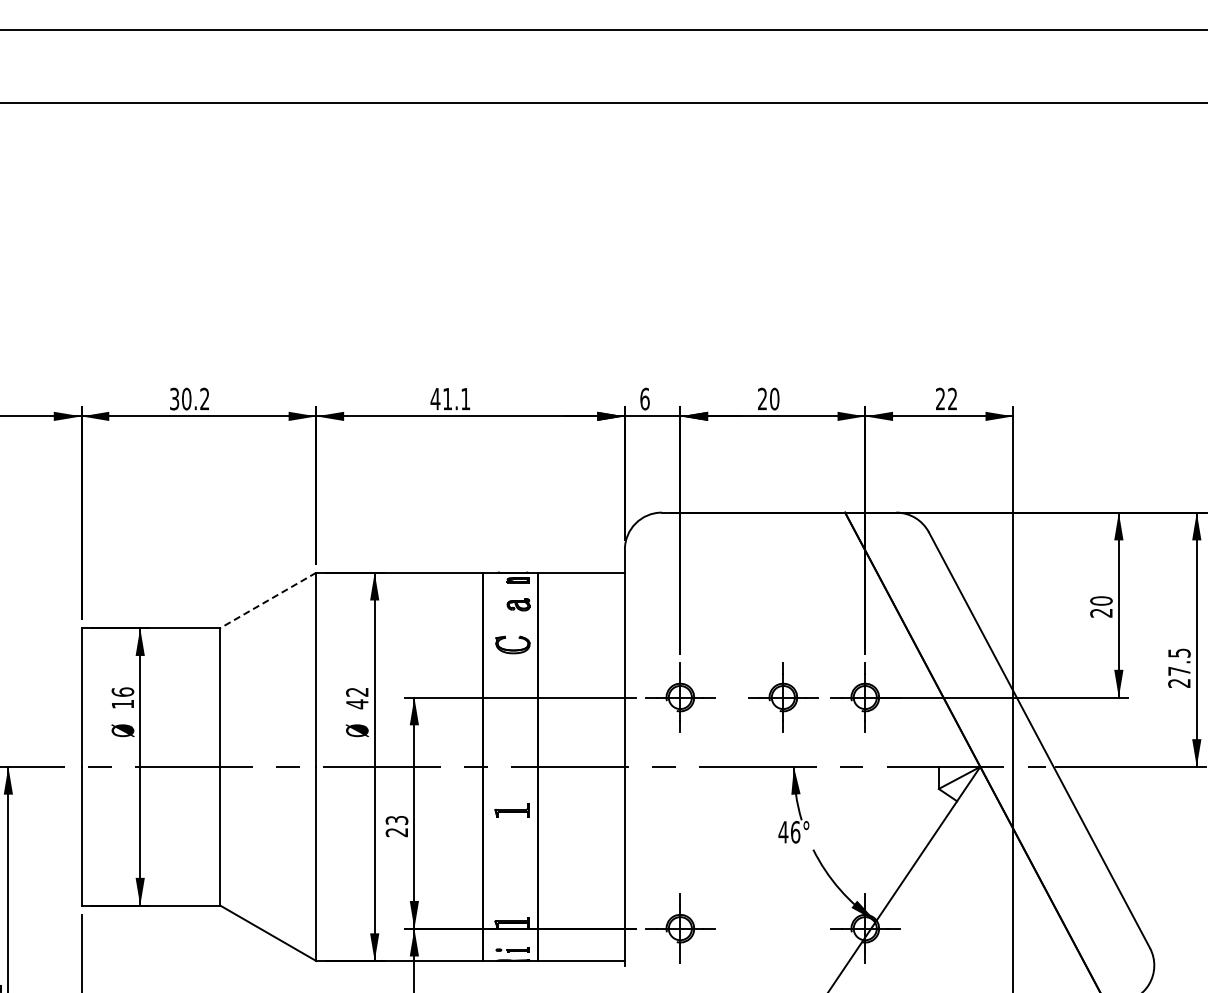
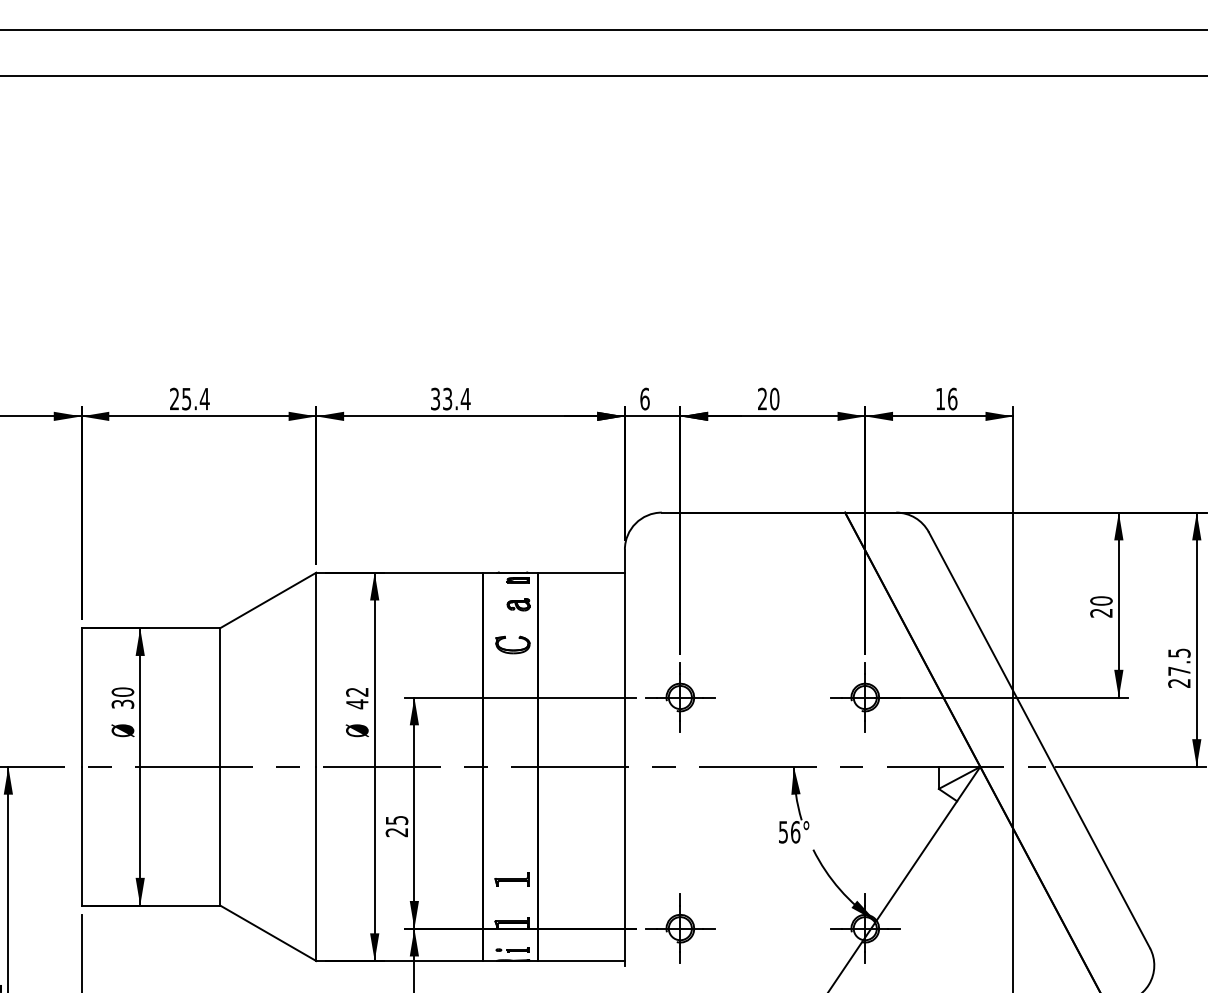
line at (603, 102) position: (603, 102) -> (603, 75)
text at (189, 398): 30.2 -> 25.4
text at (450, 398): 41.1 -> 33.4
text at (946, 398): 22 -> 16
line at (267, 600): dashed -> solid
text at (122, 697): 16 -> 30
part at (783, 697): present -> none
part at (511, 810) position: (511, 810) -> (511, 879)
text at (396, 820): 23 -> 25
text at (783, 832): 46° -> 56°
